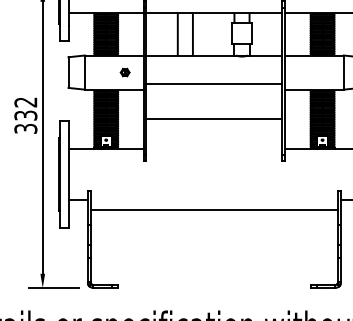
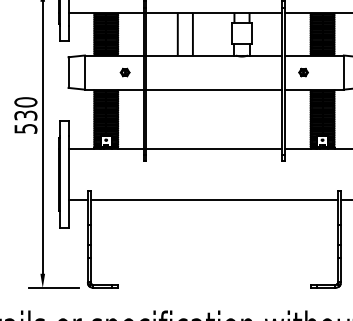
part at (303, 72): none -> present
line at (214, 83) position: (214, 83) -> (214, 89)
text at (25, 115): 332 -> 530
line at (214, 119) position: (214, 119) -> (214, 149)
line at (214, 209) position: (214, 209) -> (214, 199)
